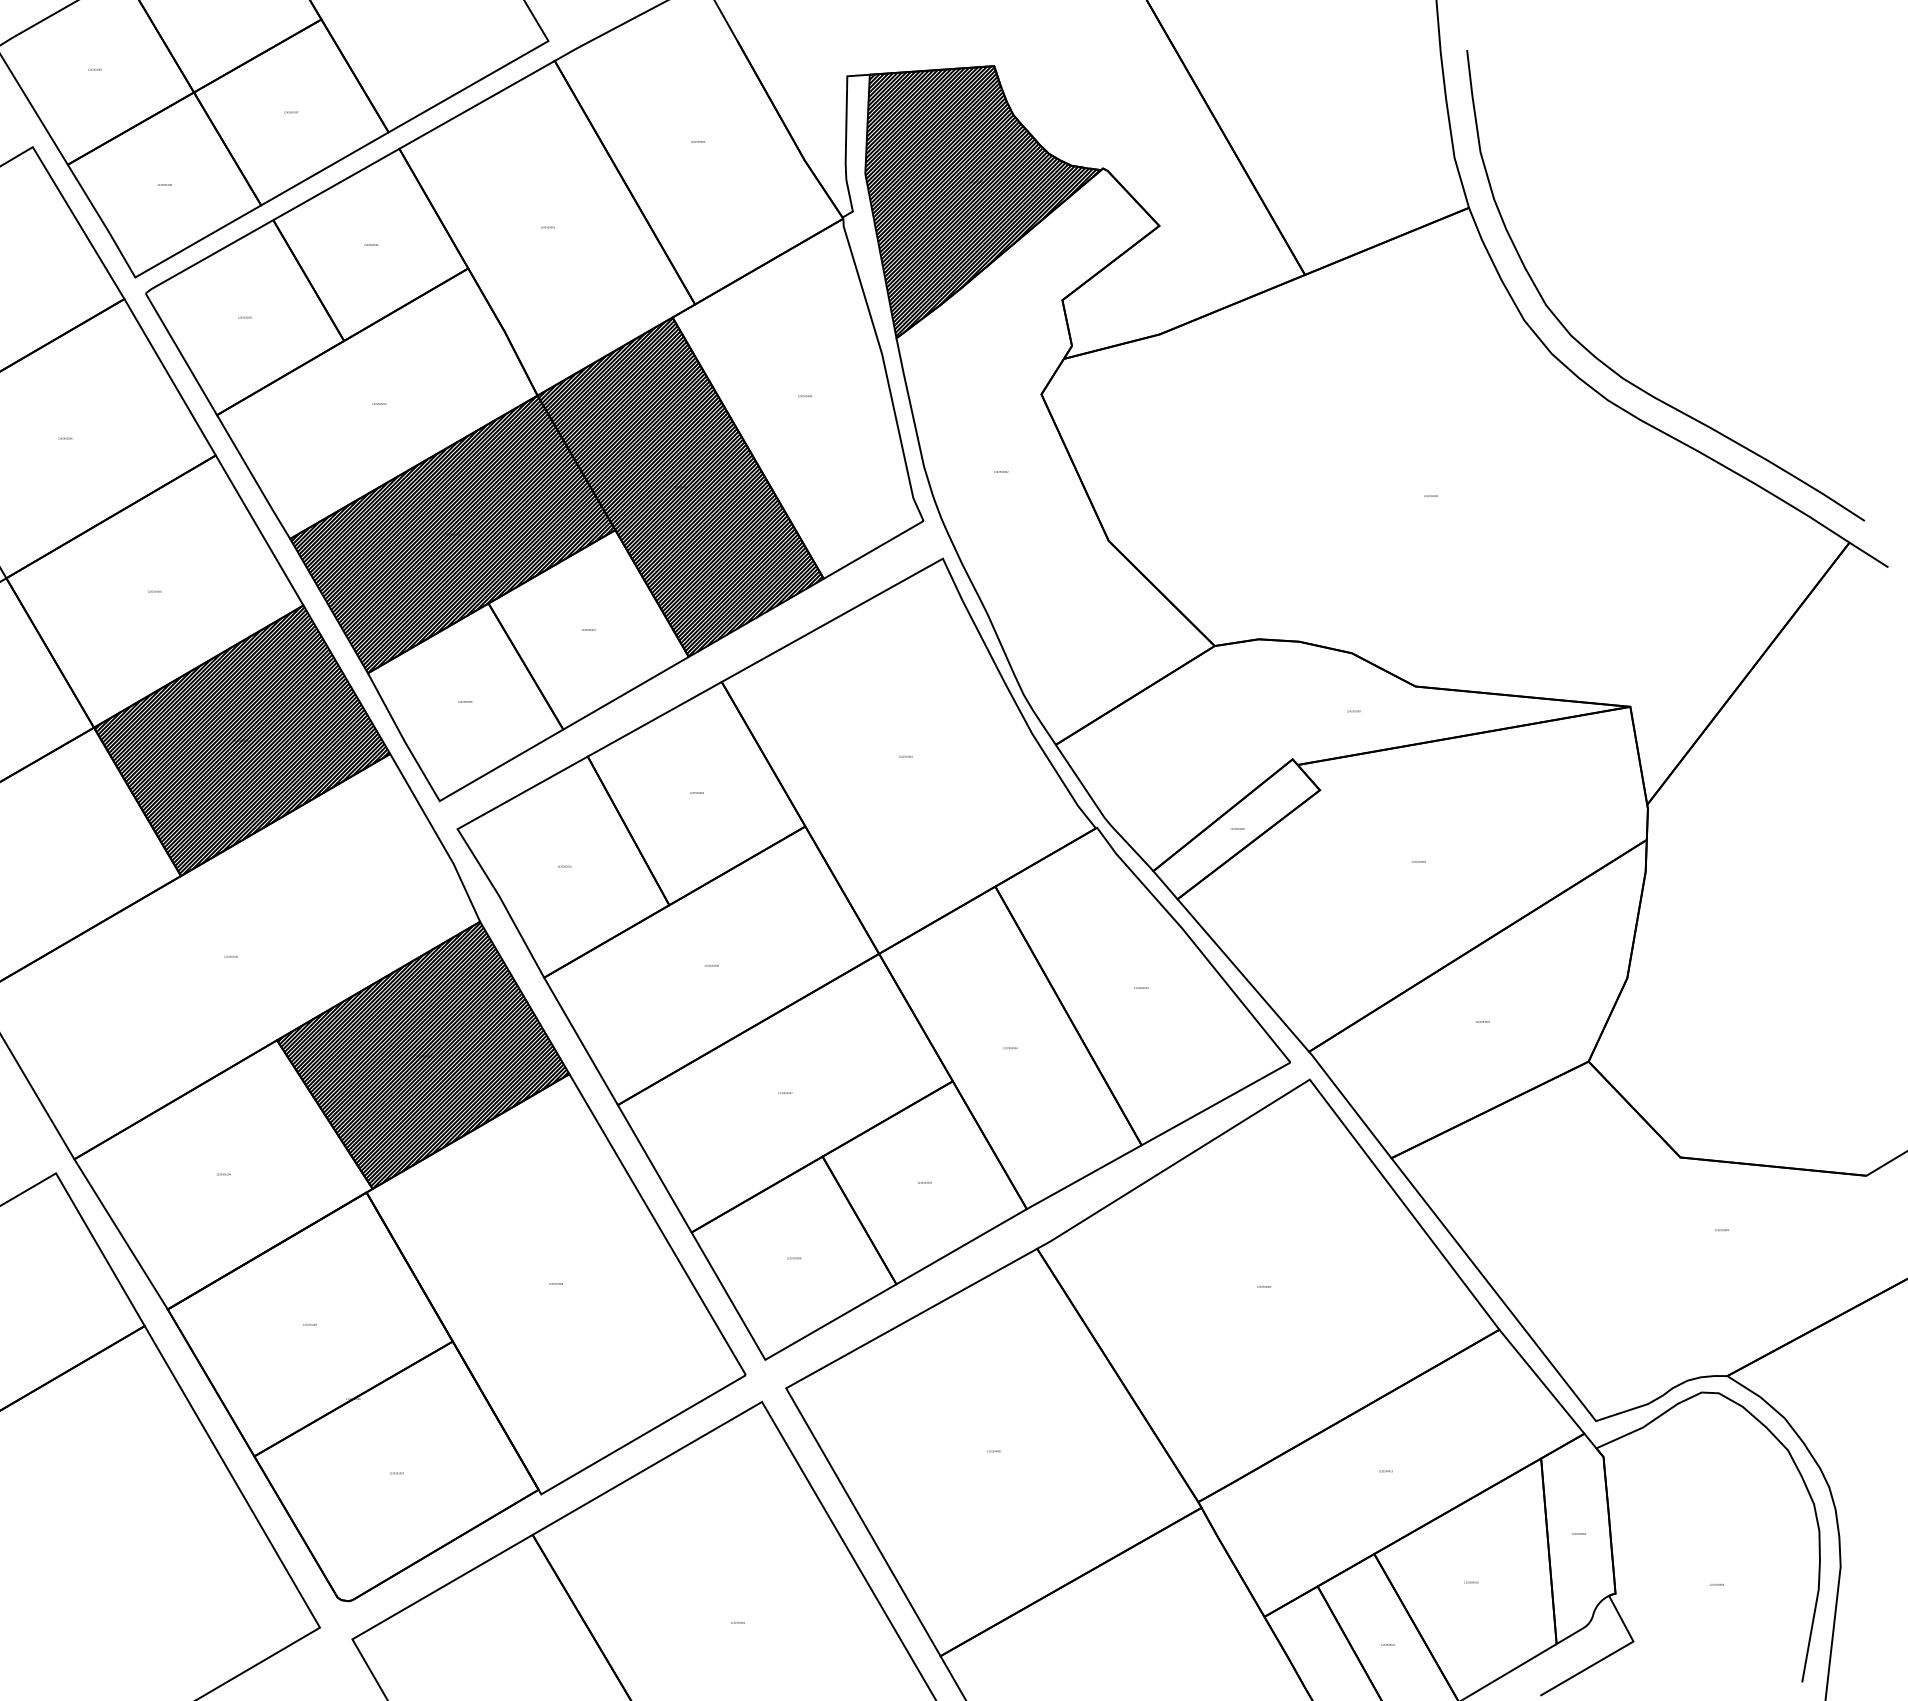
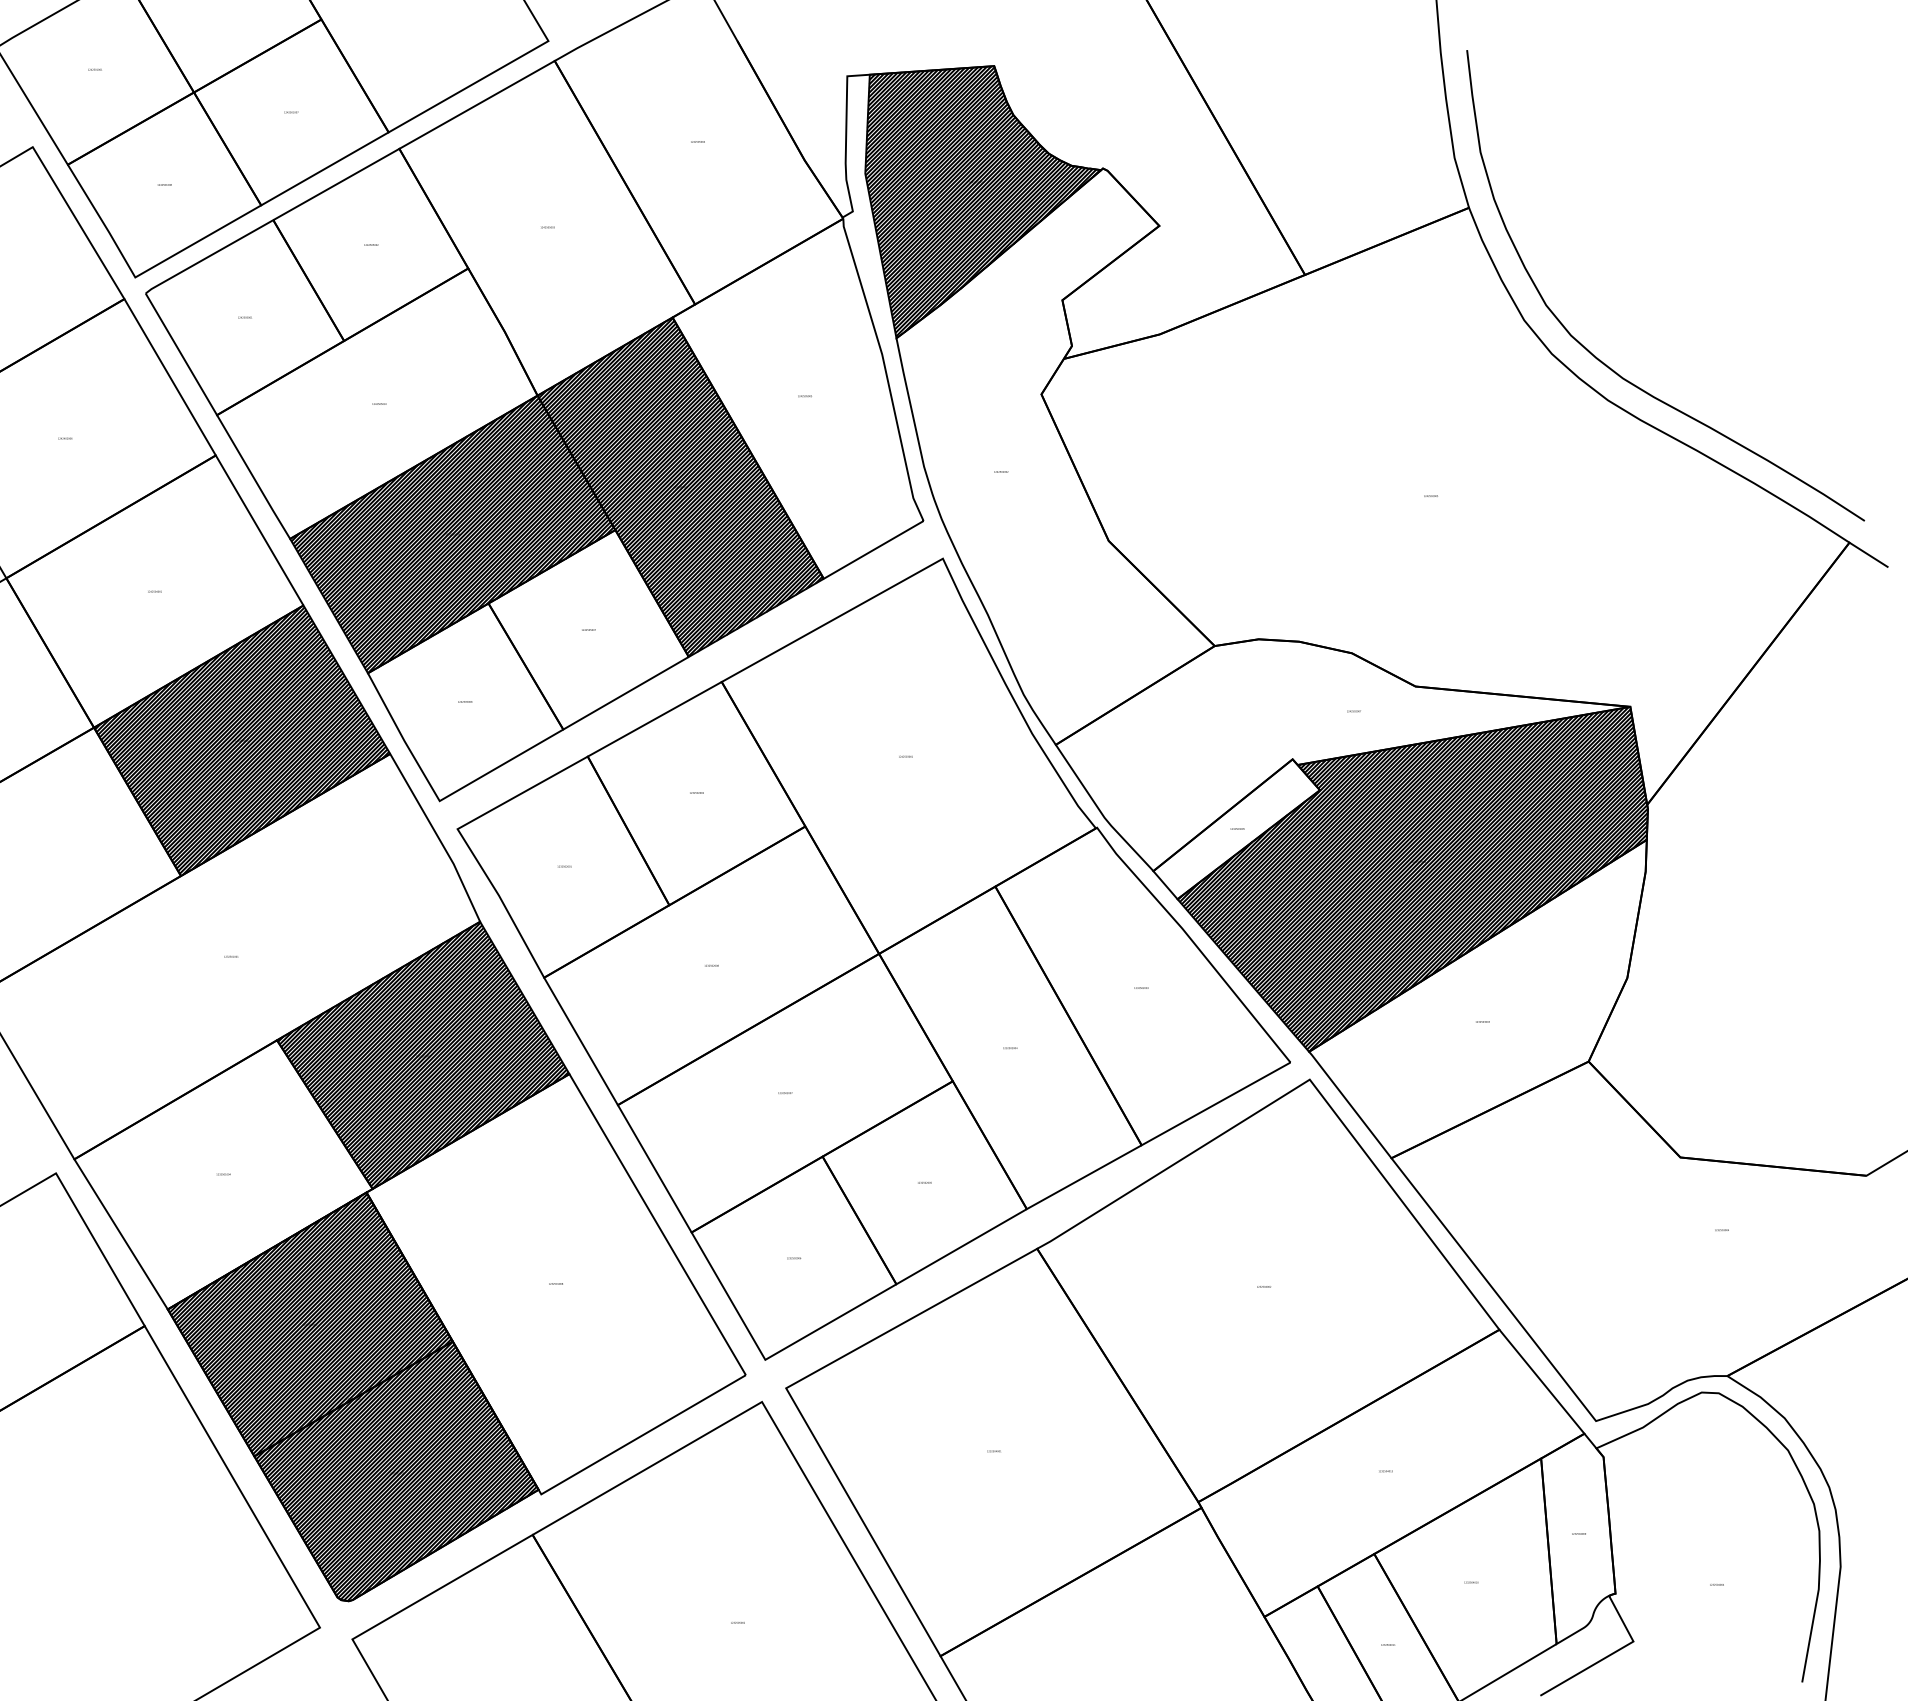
hatch at (1412, 879): none -> present
hatch at (353, 1397): none -> present
